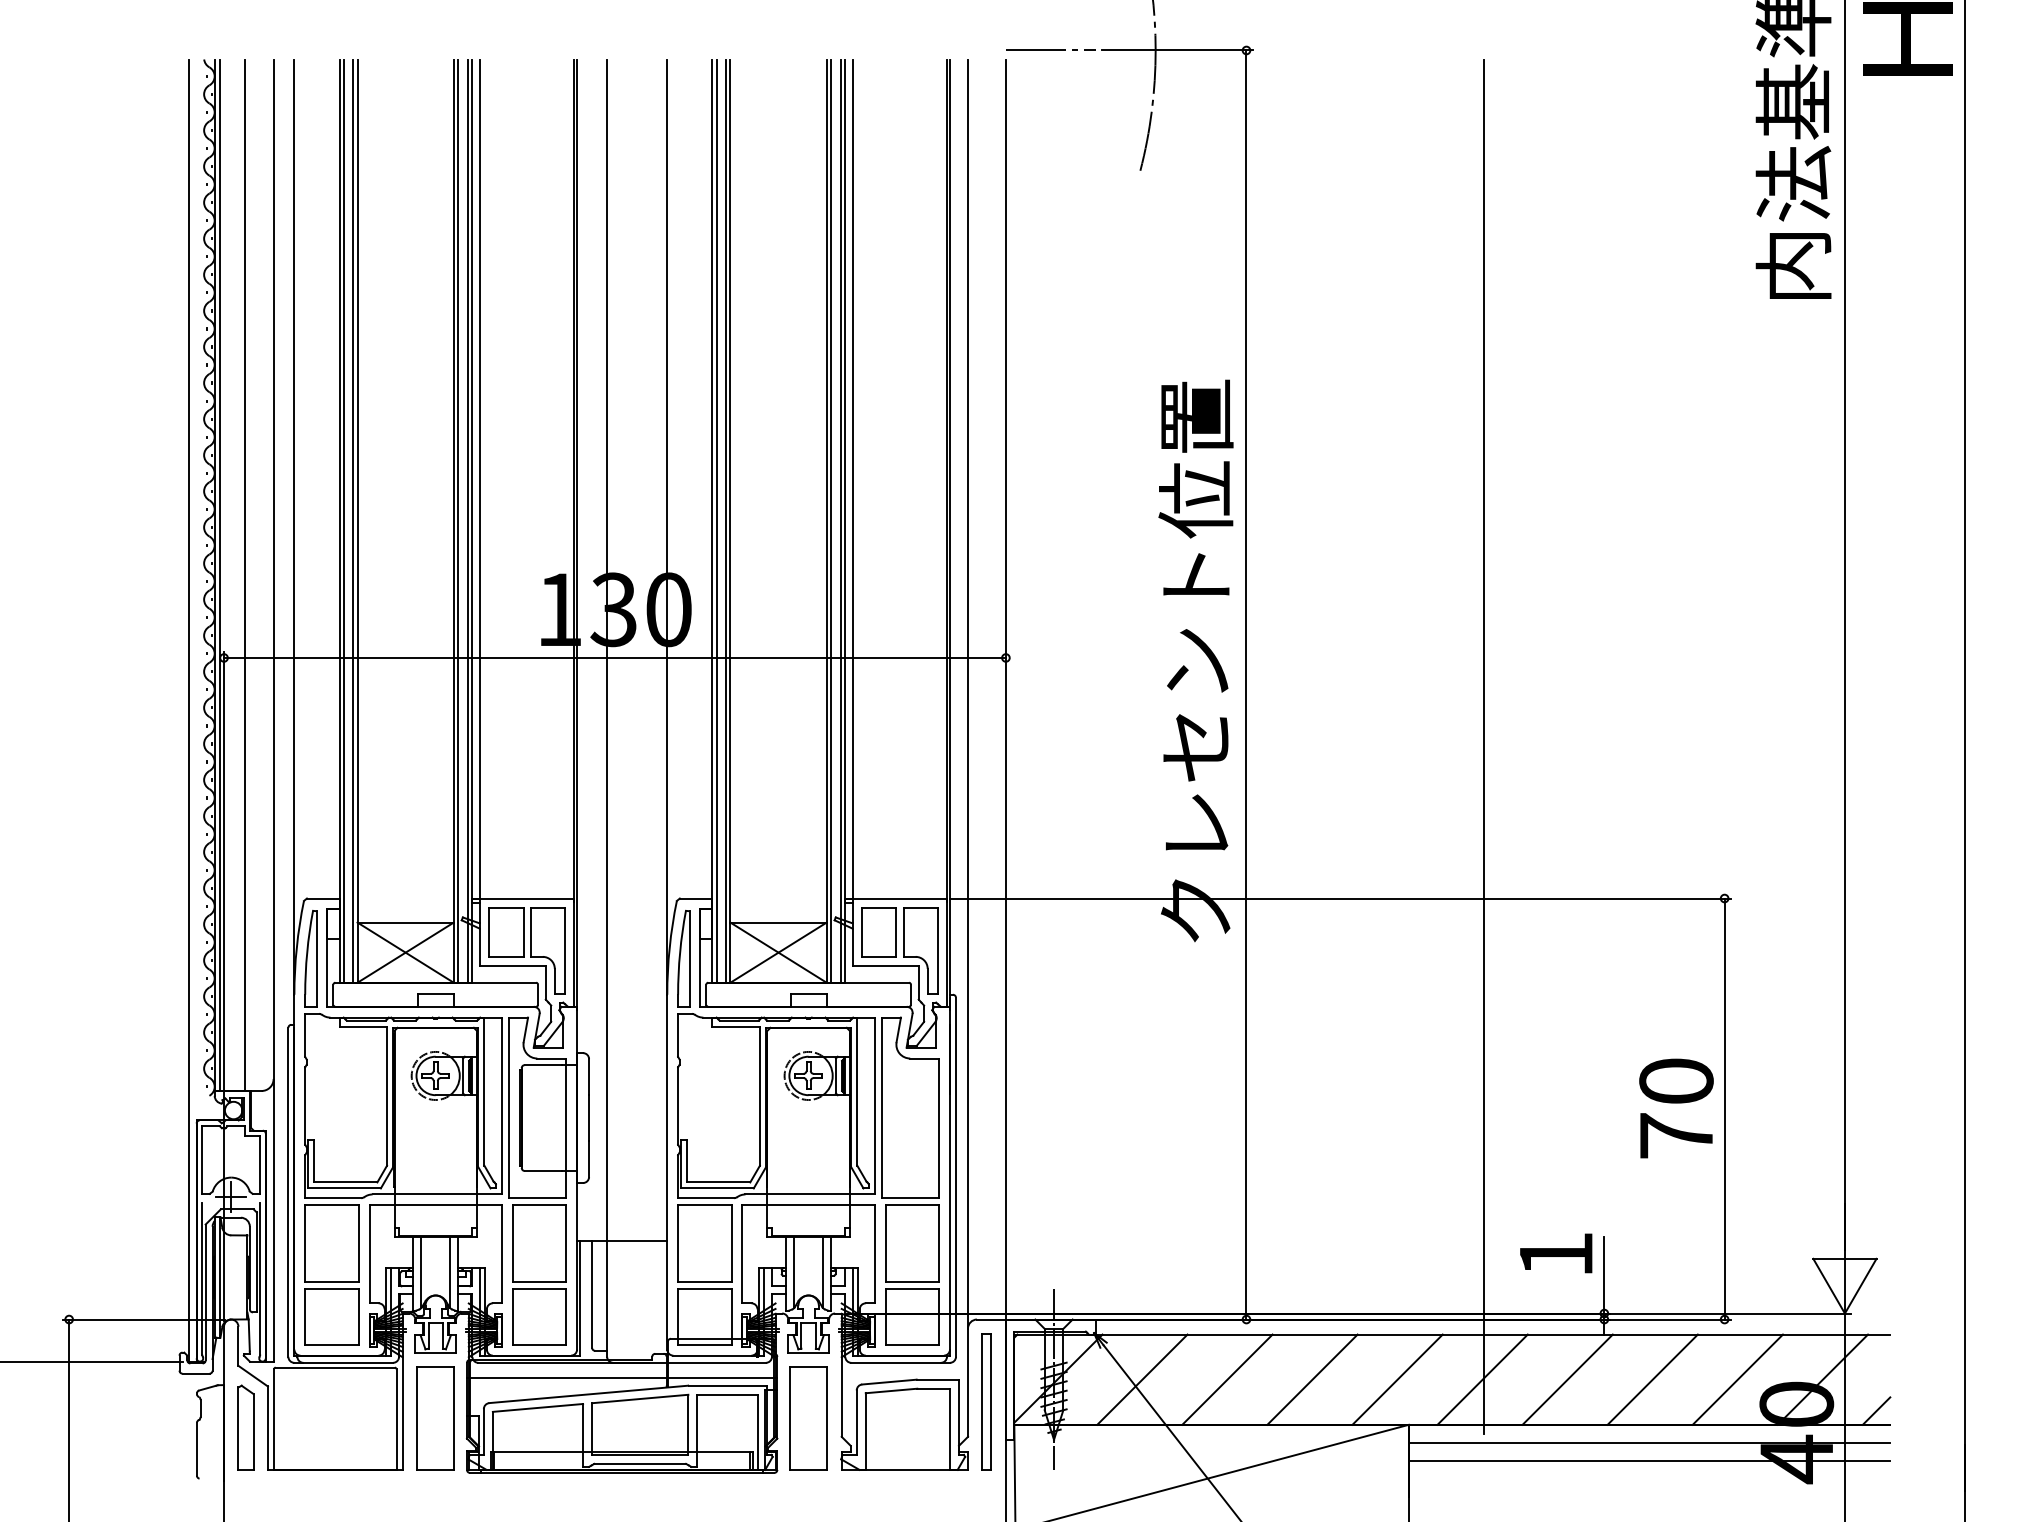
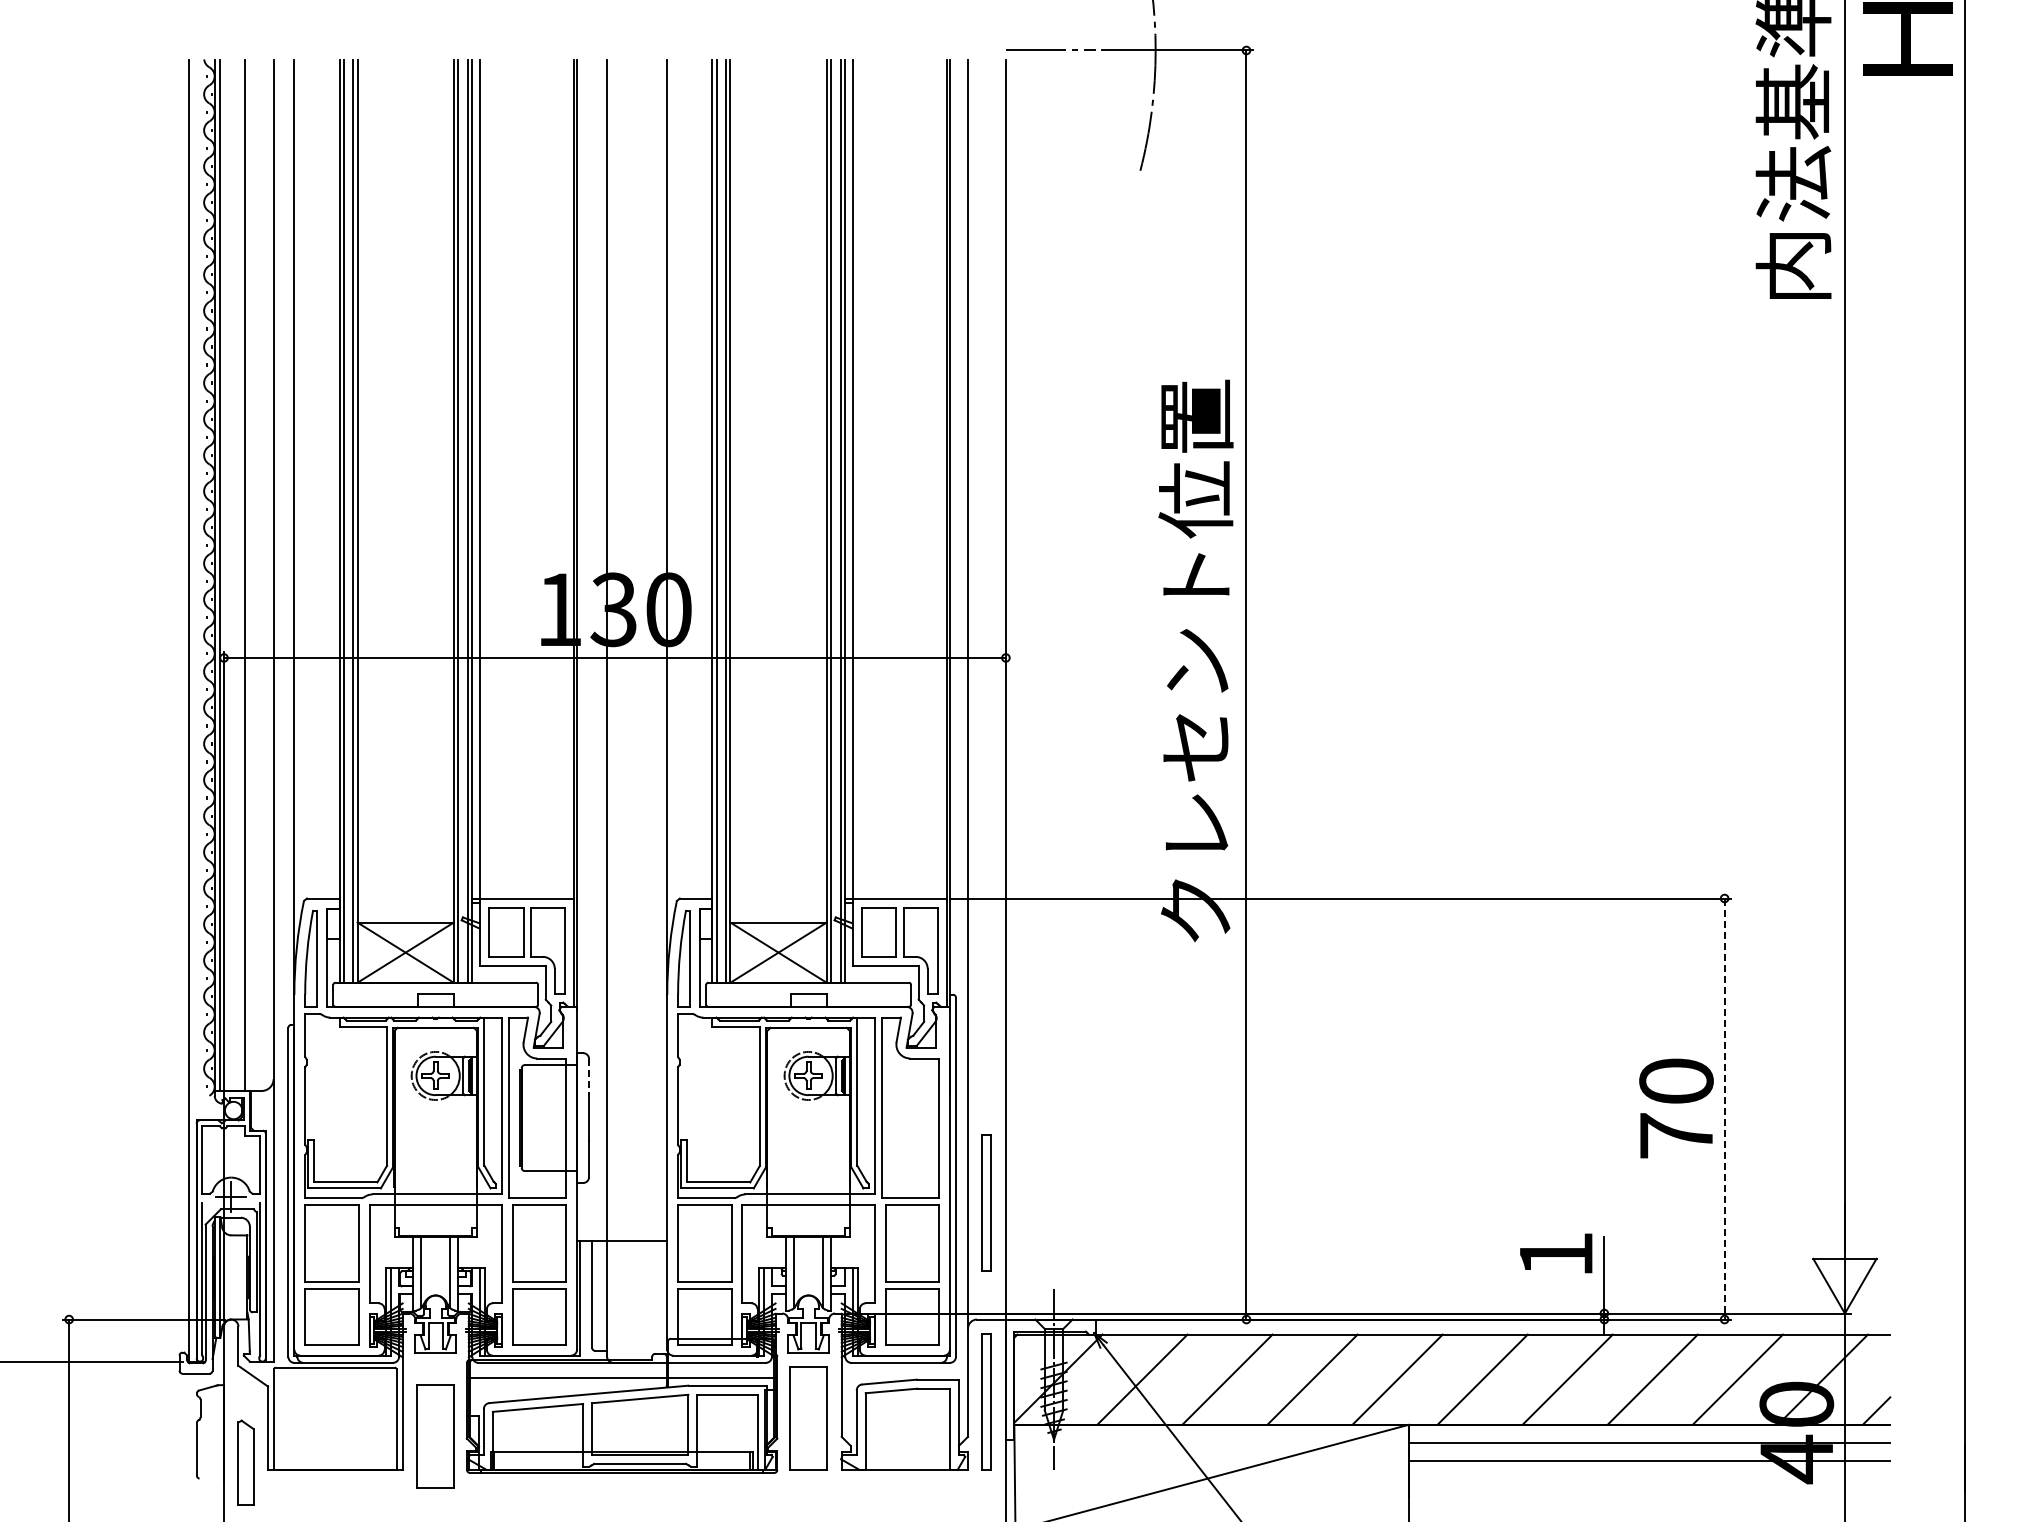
line at (1484, 746): present -> none
line at (589, 1077): solid -> dashed
line at (1724, 1109): solid -> dashed
part at (986, 1202): none -> present
part at (435, 1418) position: (435, 1418) -> (435, 1436)
part at (245, 1427) position: (245, 1427) -> (245, 1462)
